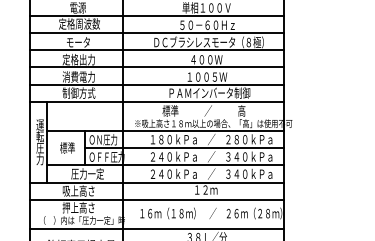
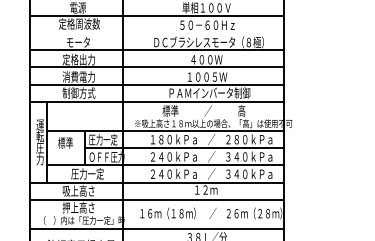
line at (156, 32): present -> none
text at (103, 139): ＯＮ圧力 -> 圧力一定
text at (67, 147) position: (67, 147) -> (65, 142)
